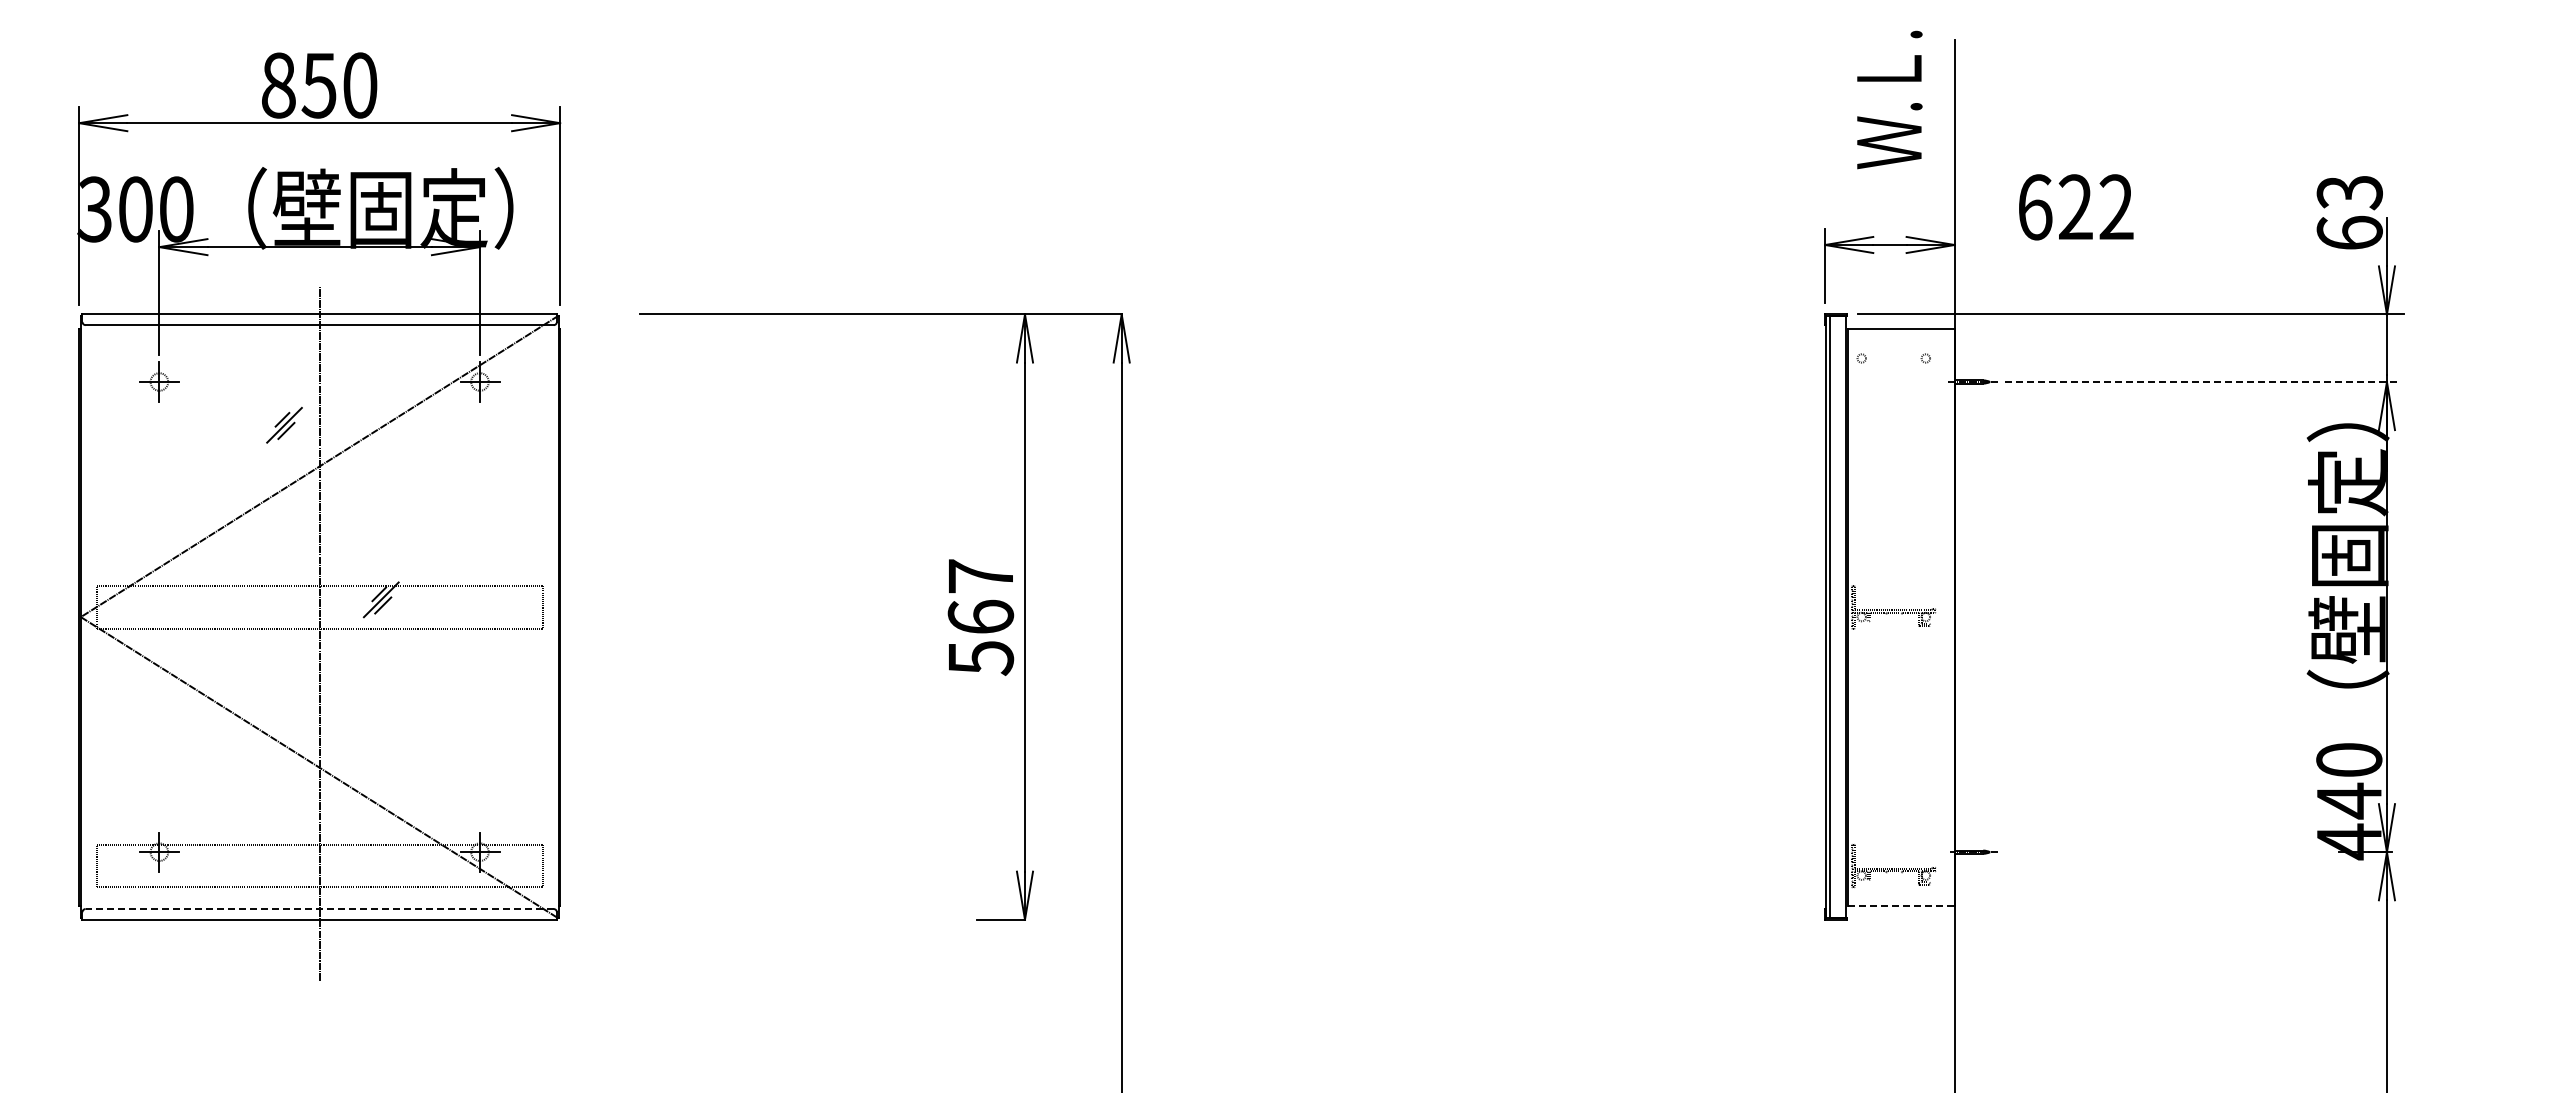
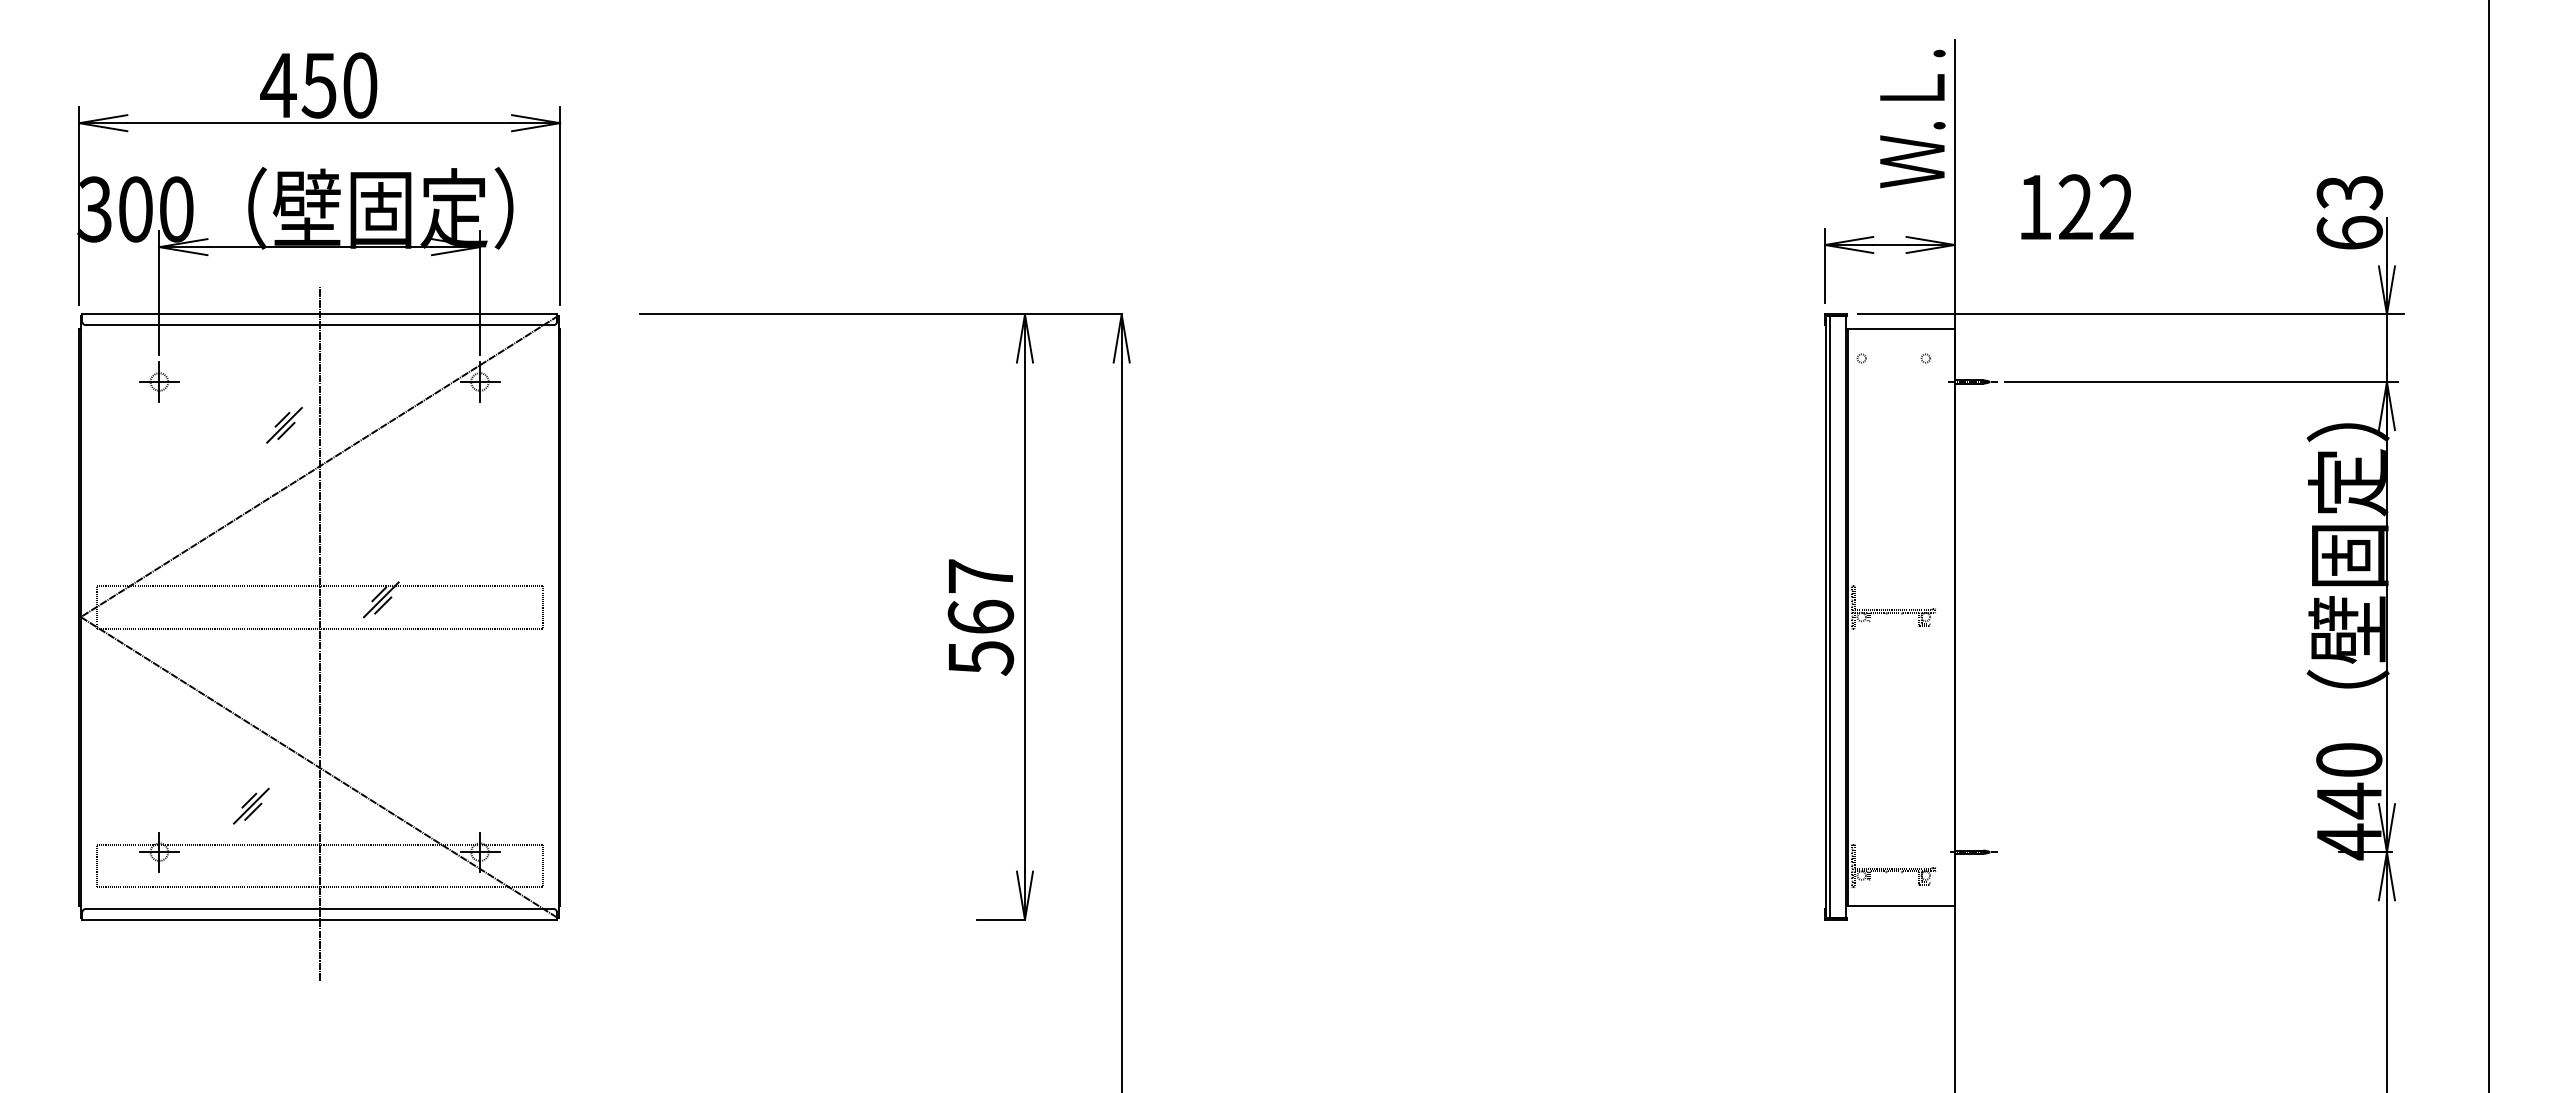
text at (278, 85): 850 -> 450
text at (1889, 99) position: (1889, 99) -> (1912, 118)
text at (2035, 207): 622 -> 122
line at (2201, 382): dashed -> solid
line at (2489, 545): none -> present
part at (250, 805): none -> present
line at (1901, 905): dashed -> solid
line at (319, 909): dashed -> solid
